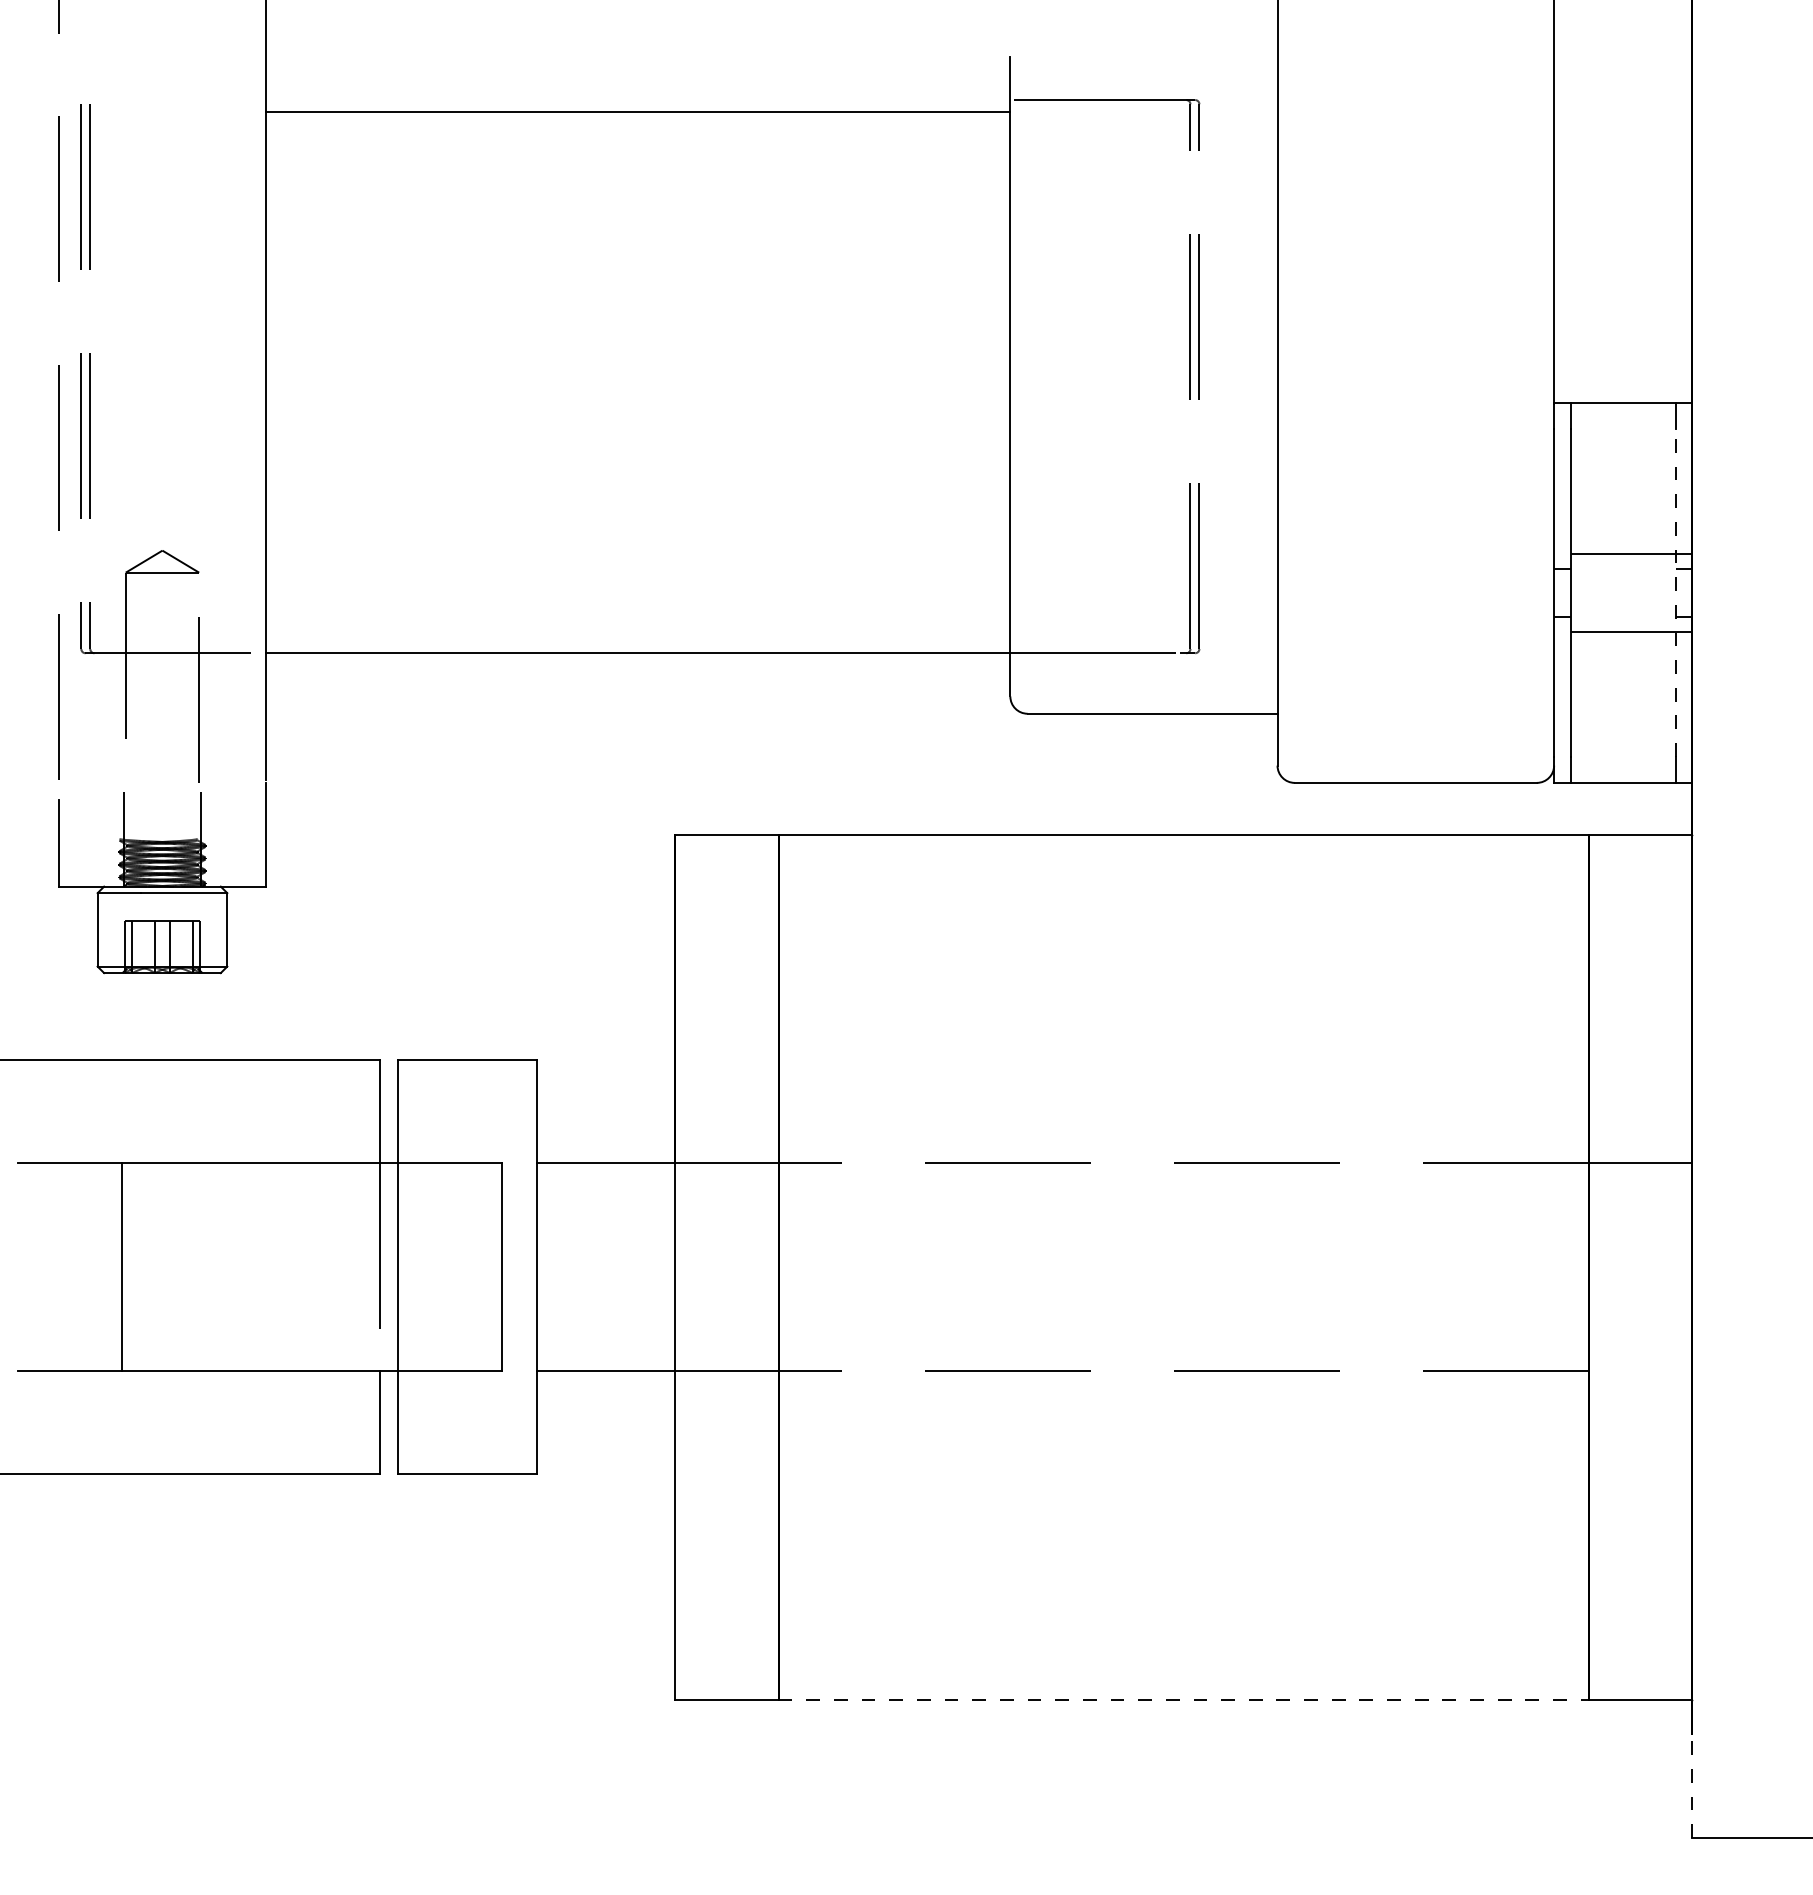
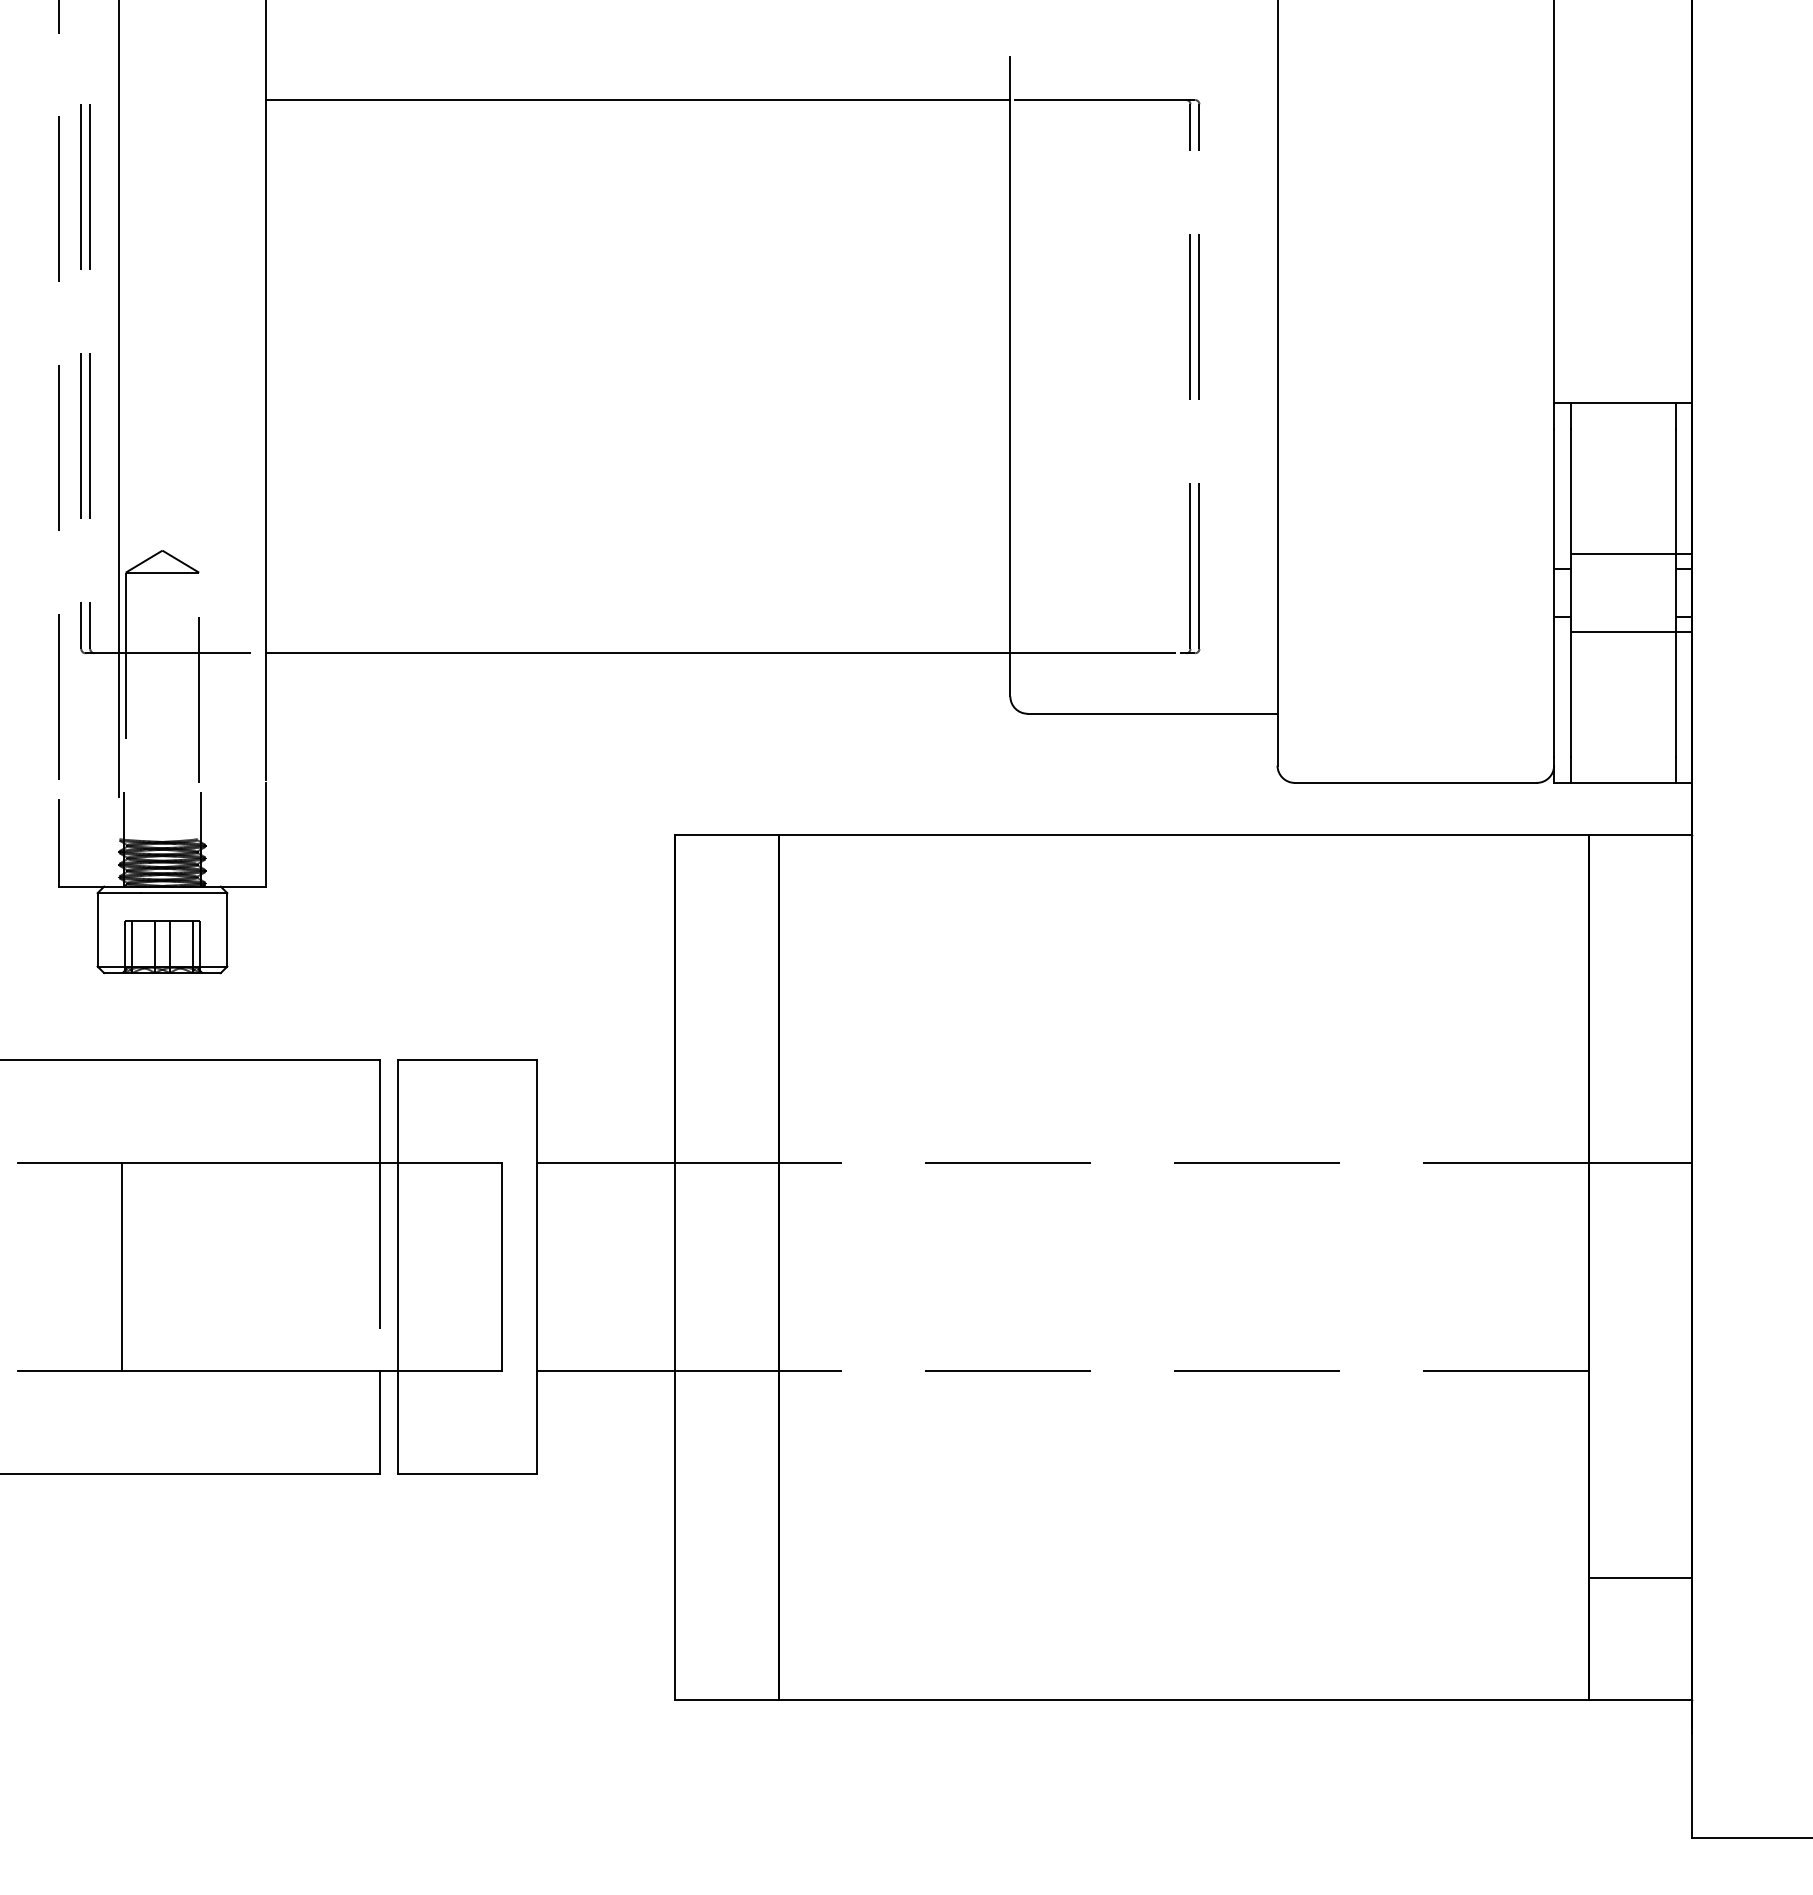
line at (638, 112) position: (638, 112) -> (638, 100)
line at (119, 399): none -> present
line at (1675, 592): dashed -> solid
line at (1640, 1578): none -> present
line at (1184, 1699): dashed -> solid
line at (1692, 1786): dashed -> solid
